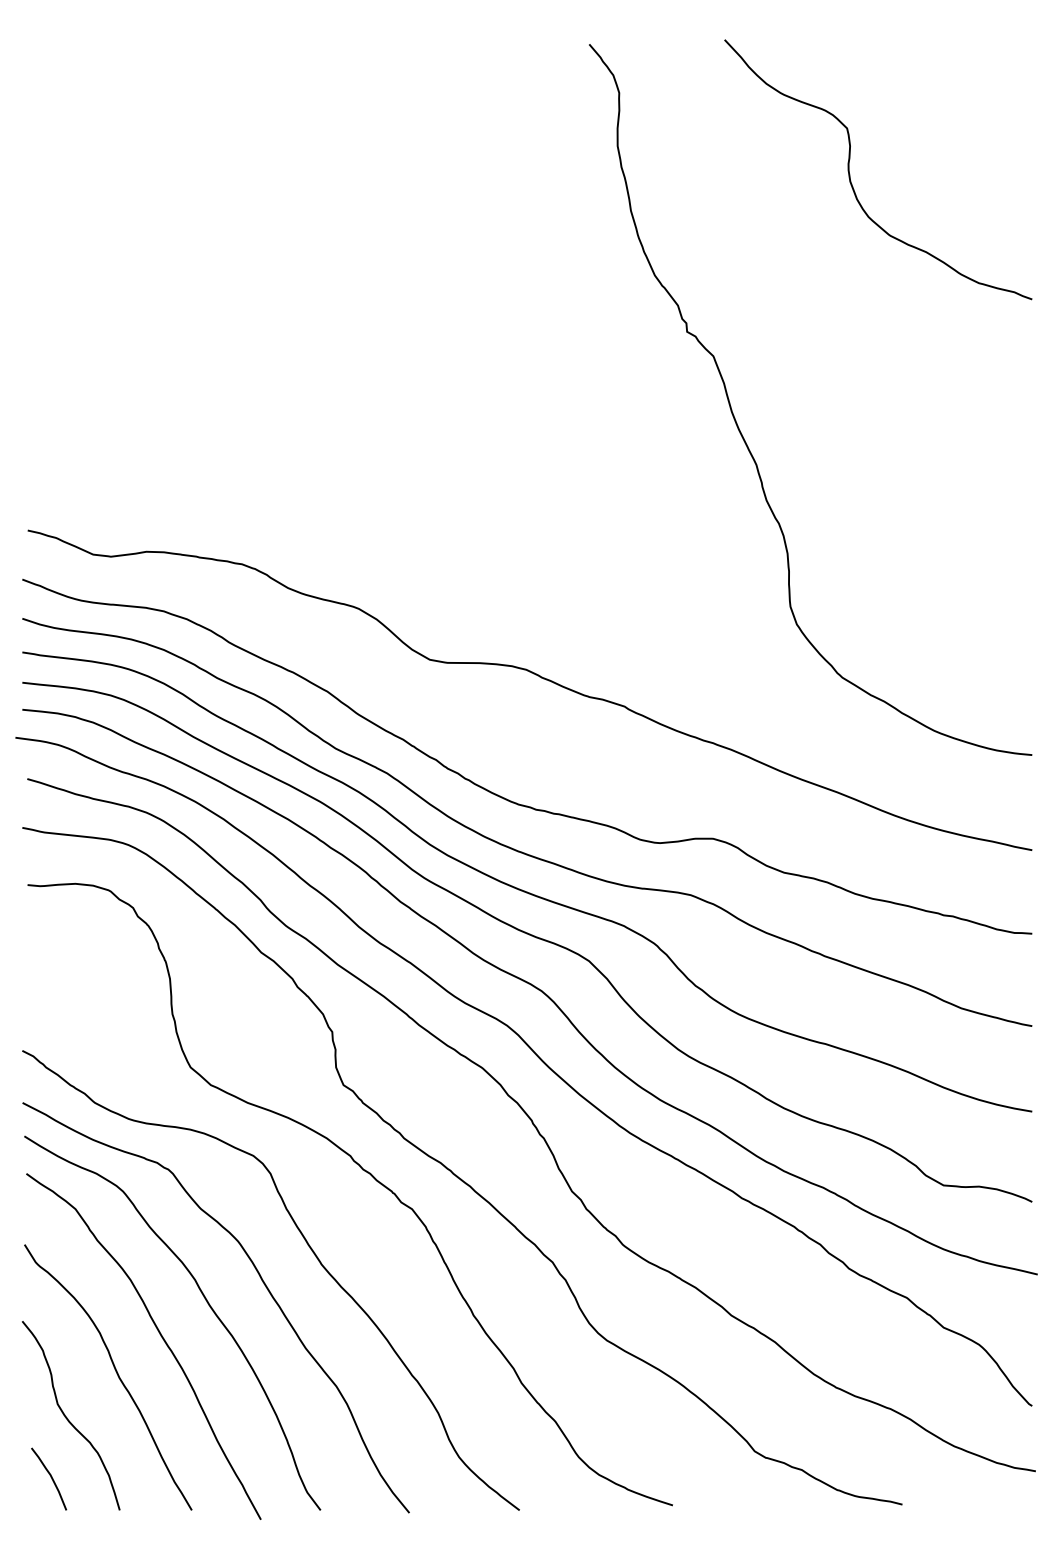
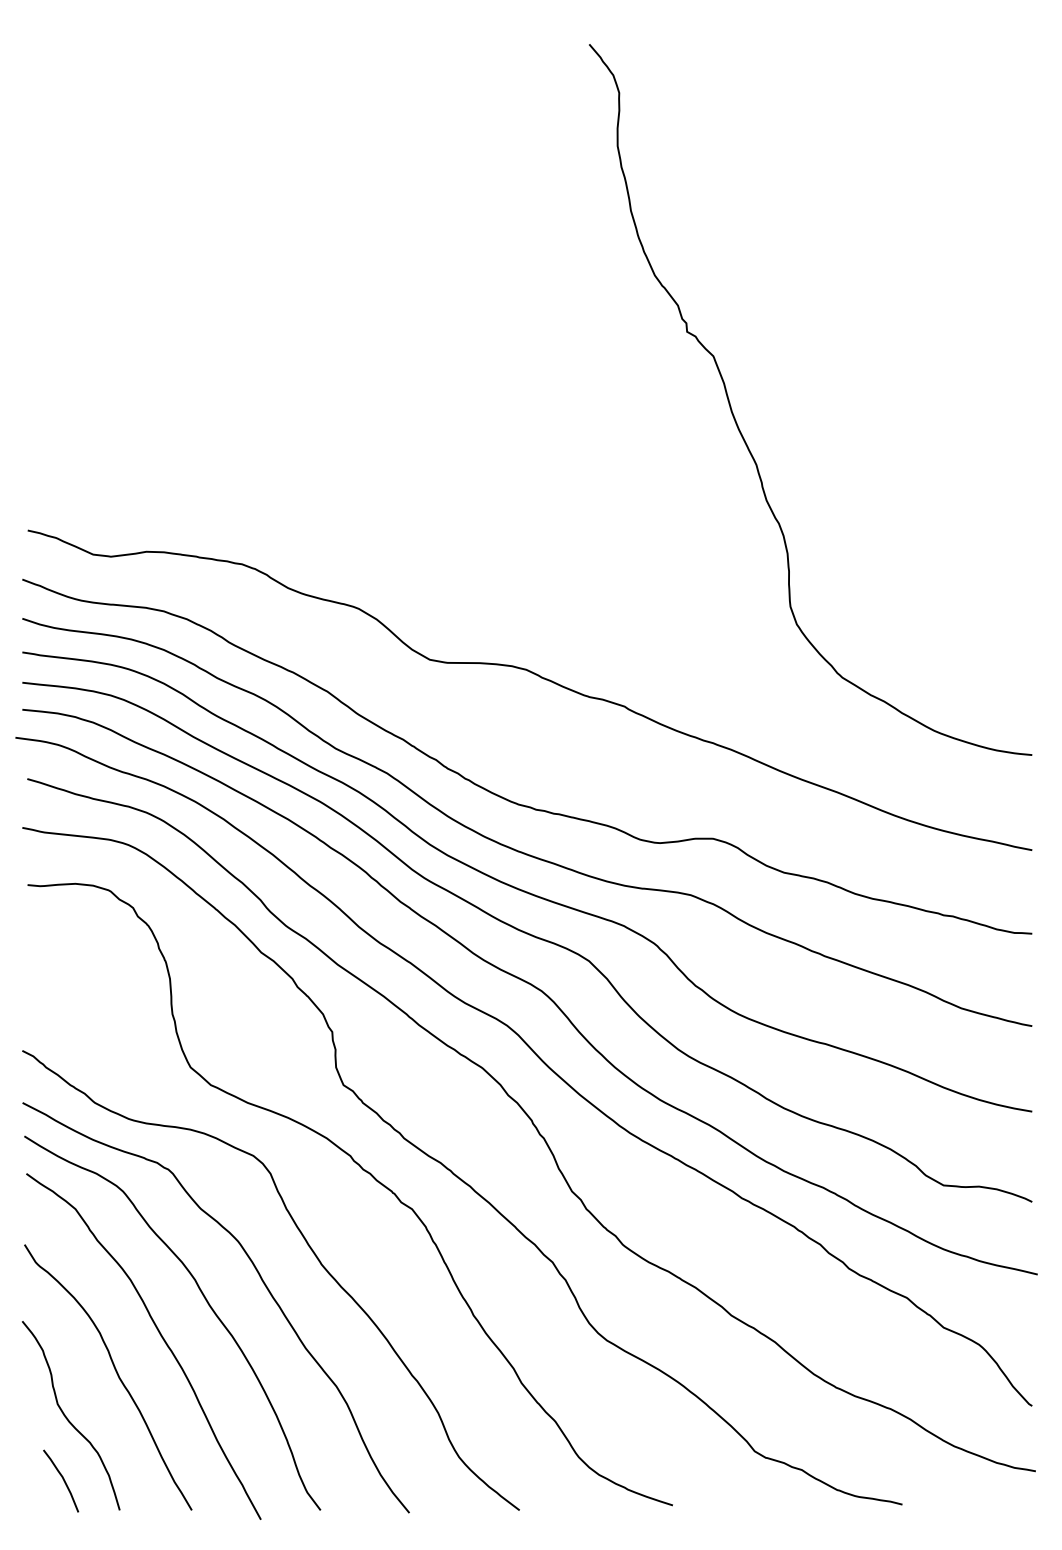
curve at (850, 174): present -> none
curve at (50, 1477) position: (50, 1477) -> (62, 1479)
